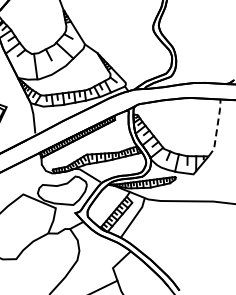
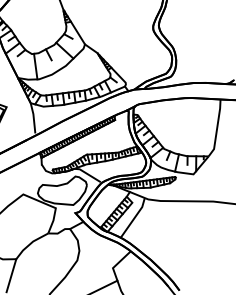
line at (217, 128): dashed -> solid
line at (11, 275): none -> present
